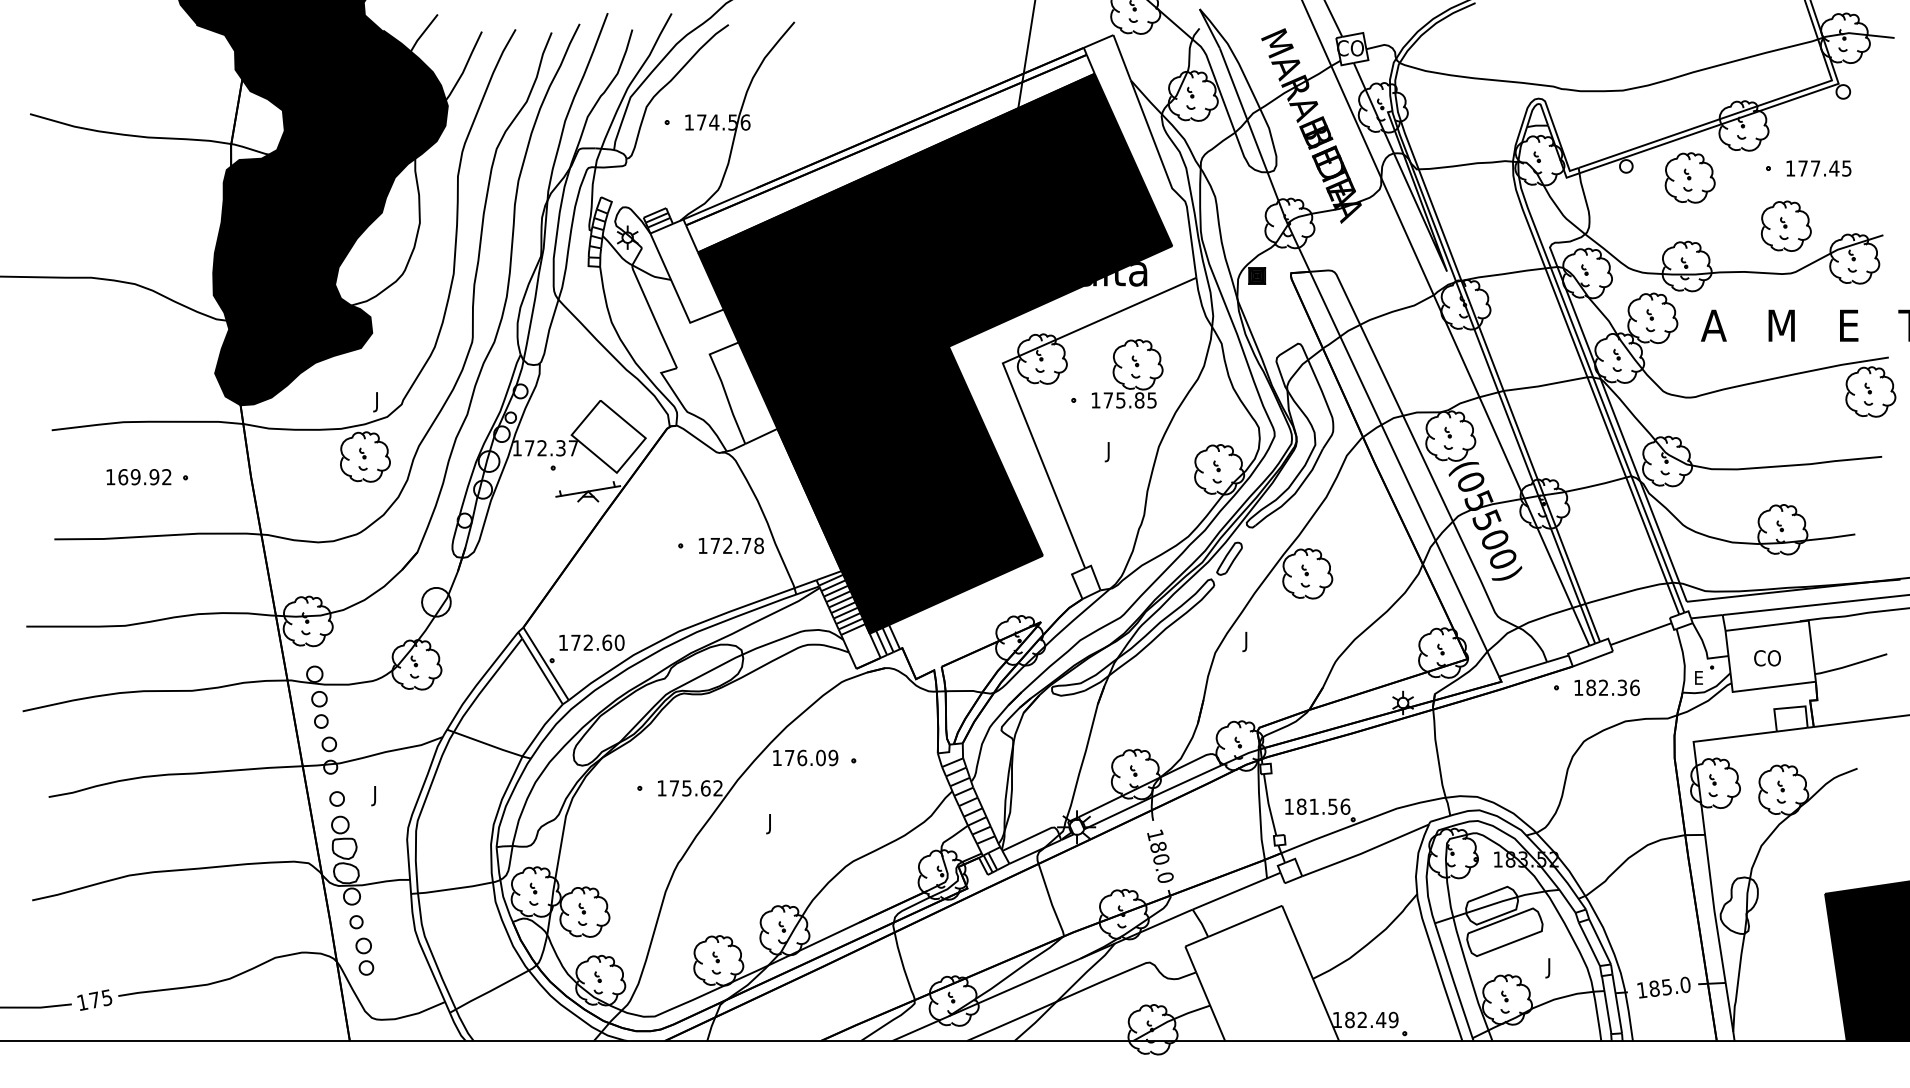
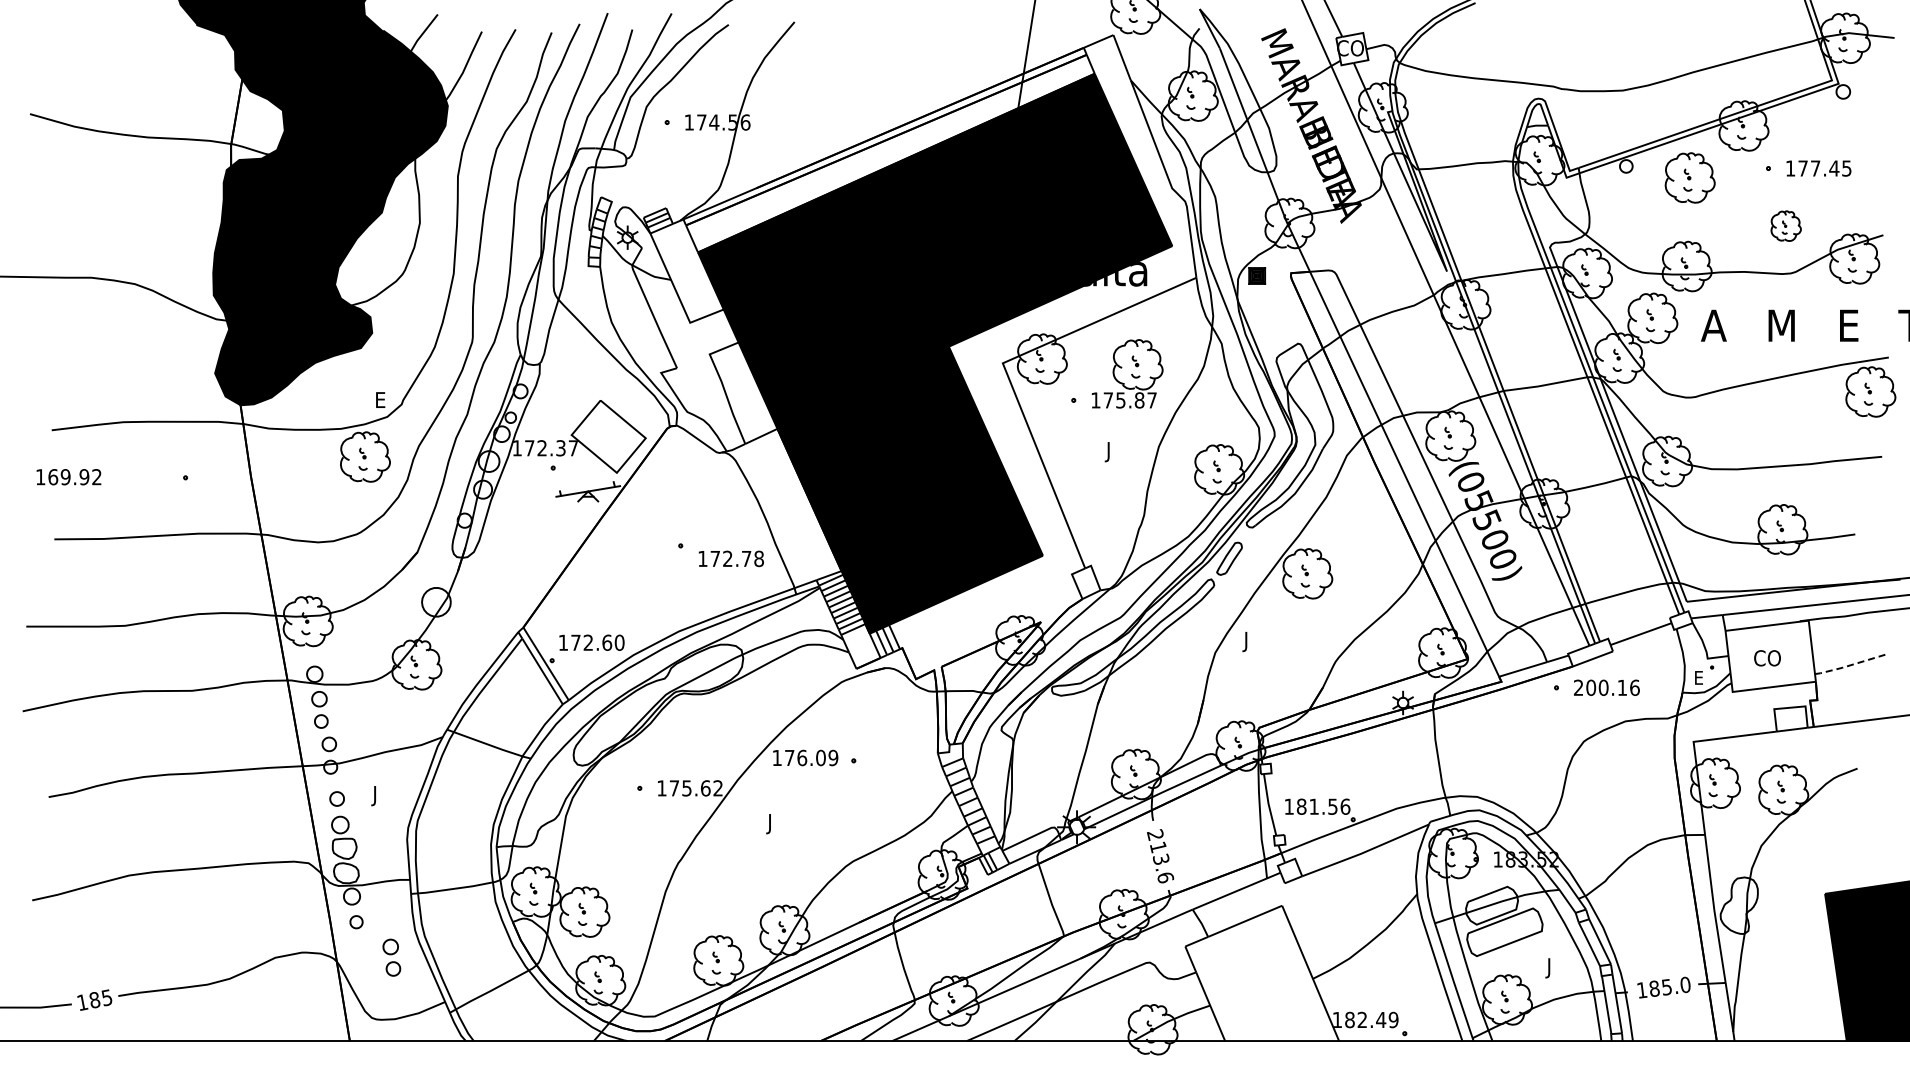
part at (1785, 225) size: 52x52 px -> 32x32 px
text at (1151, 400): 175.85 -> 175.87
text at (379, 402): J -> E
text at (138, 477) position: (138, 477) -> (68, 477)
text at (730, 545) position: (730, 545) -> (730, 558)
line at (1850, 665): solid -> dashed
text at (1600, 687): 182.36 -> 200.16
text at (1160, 856): 180.0 -> 213.6
part at (364, 956) position: (364, 956) -> (391, 957)
text at (94, 999): 175 -> 185
